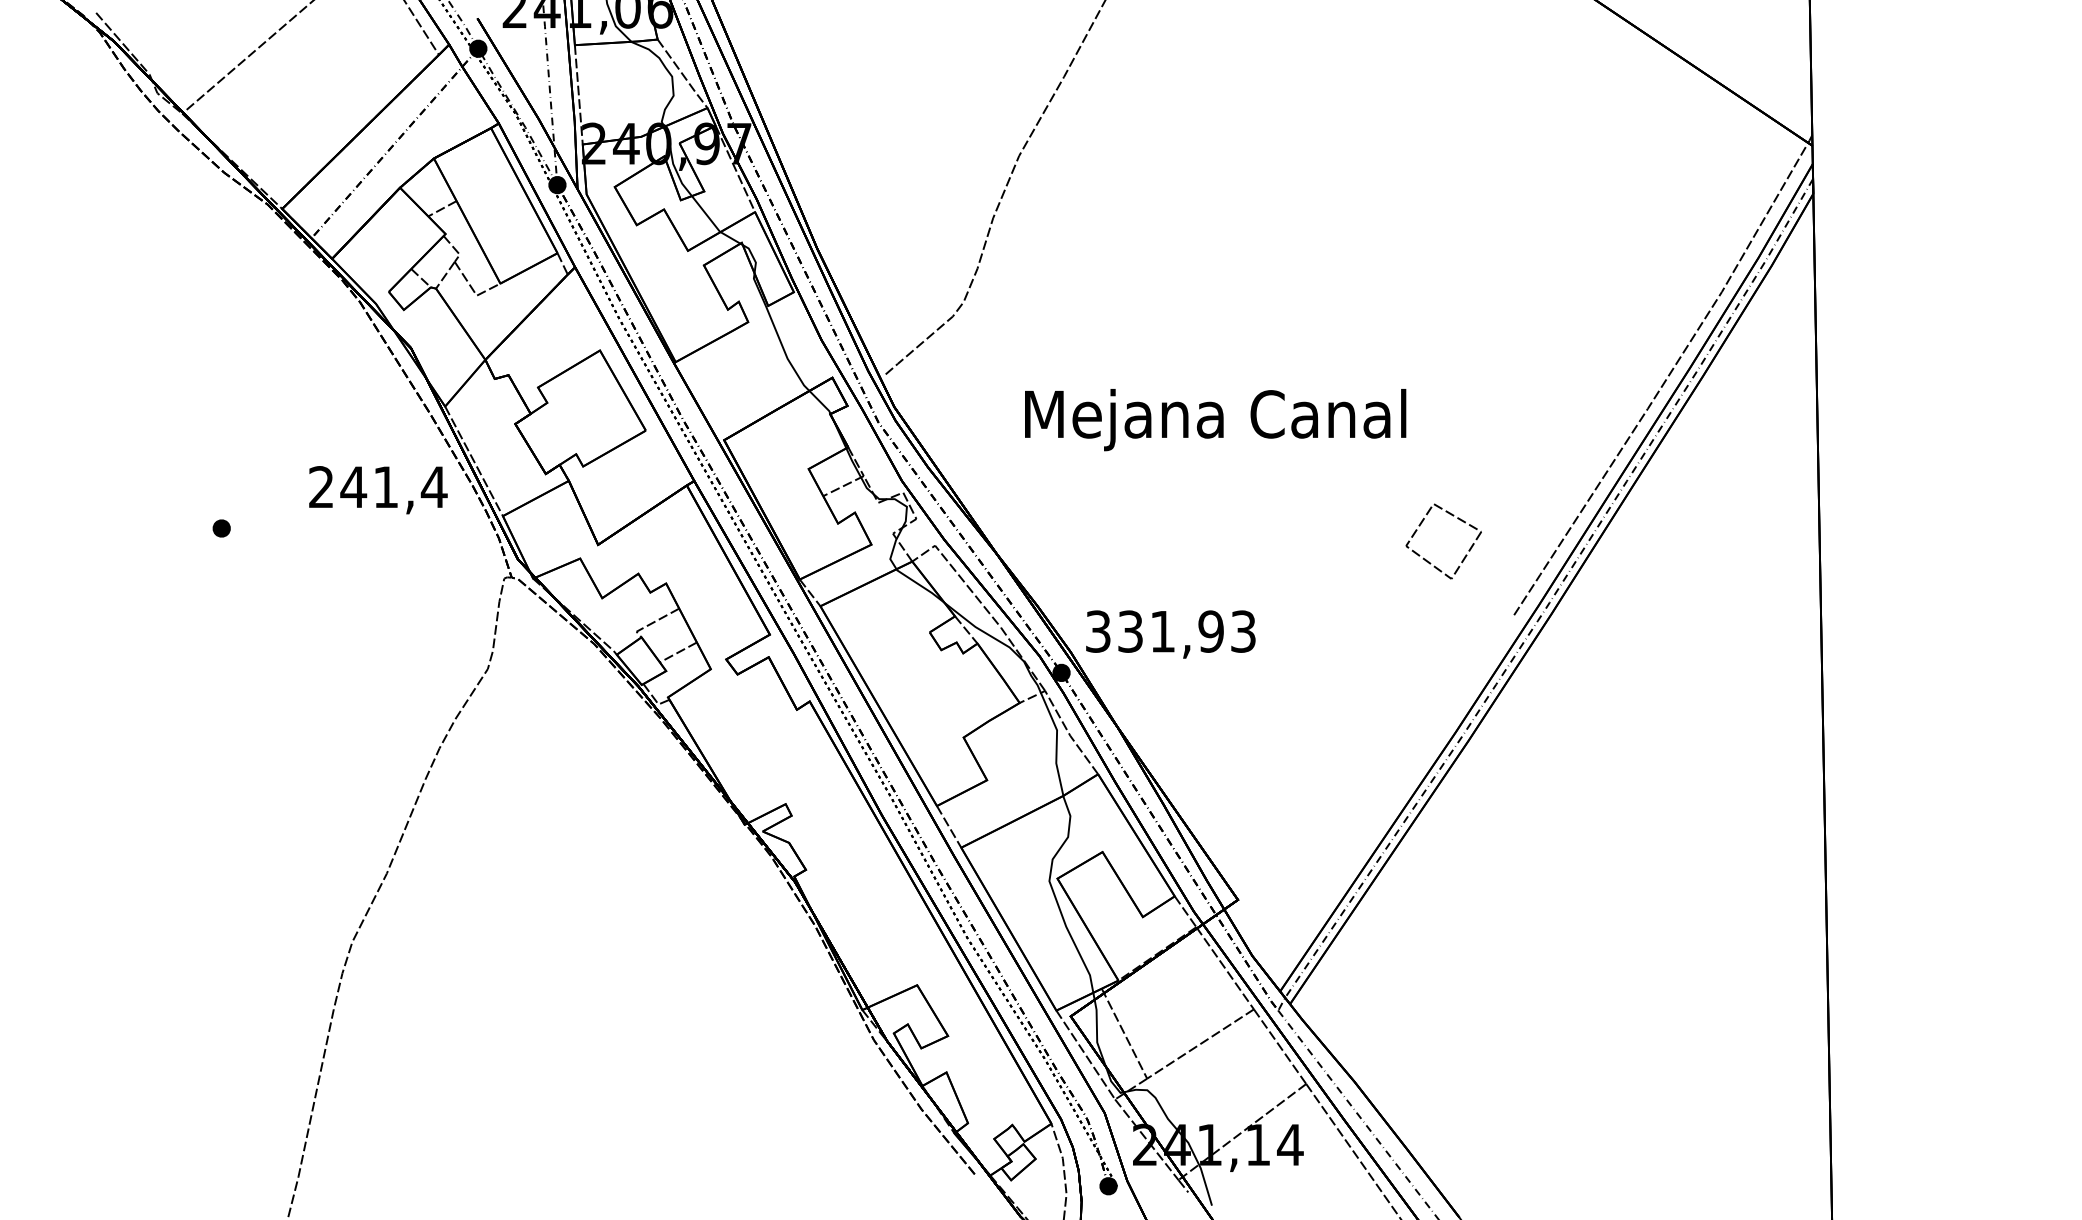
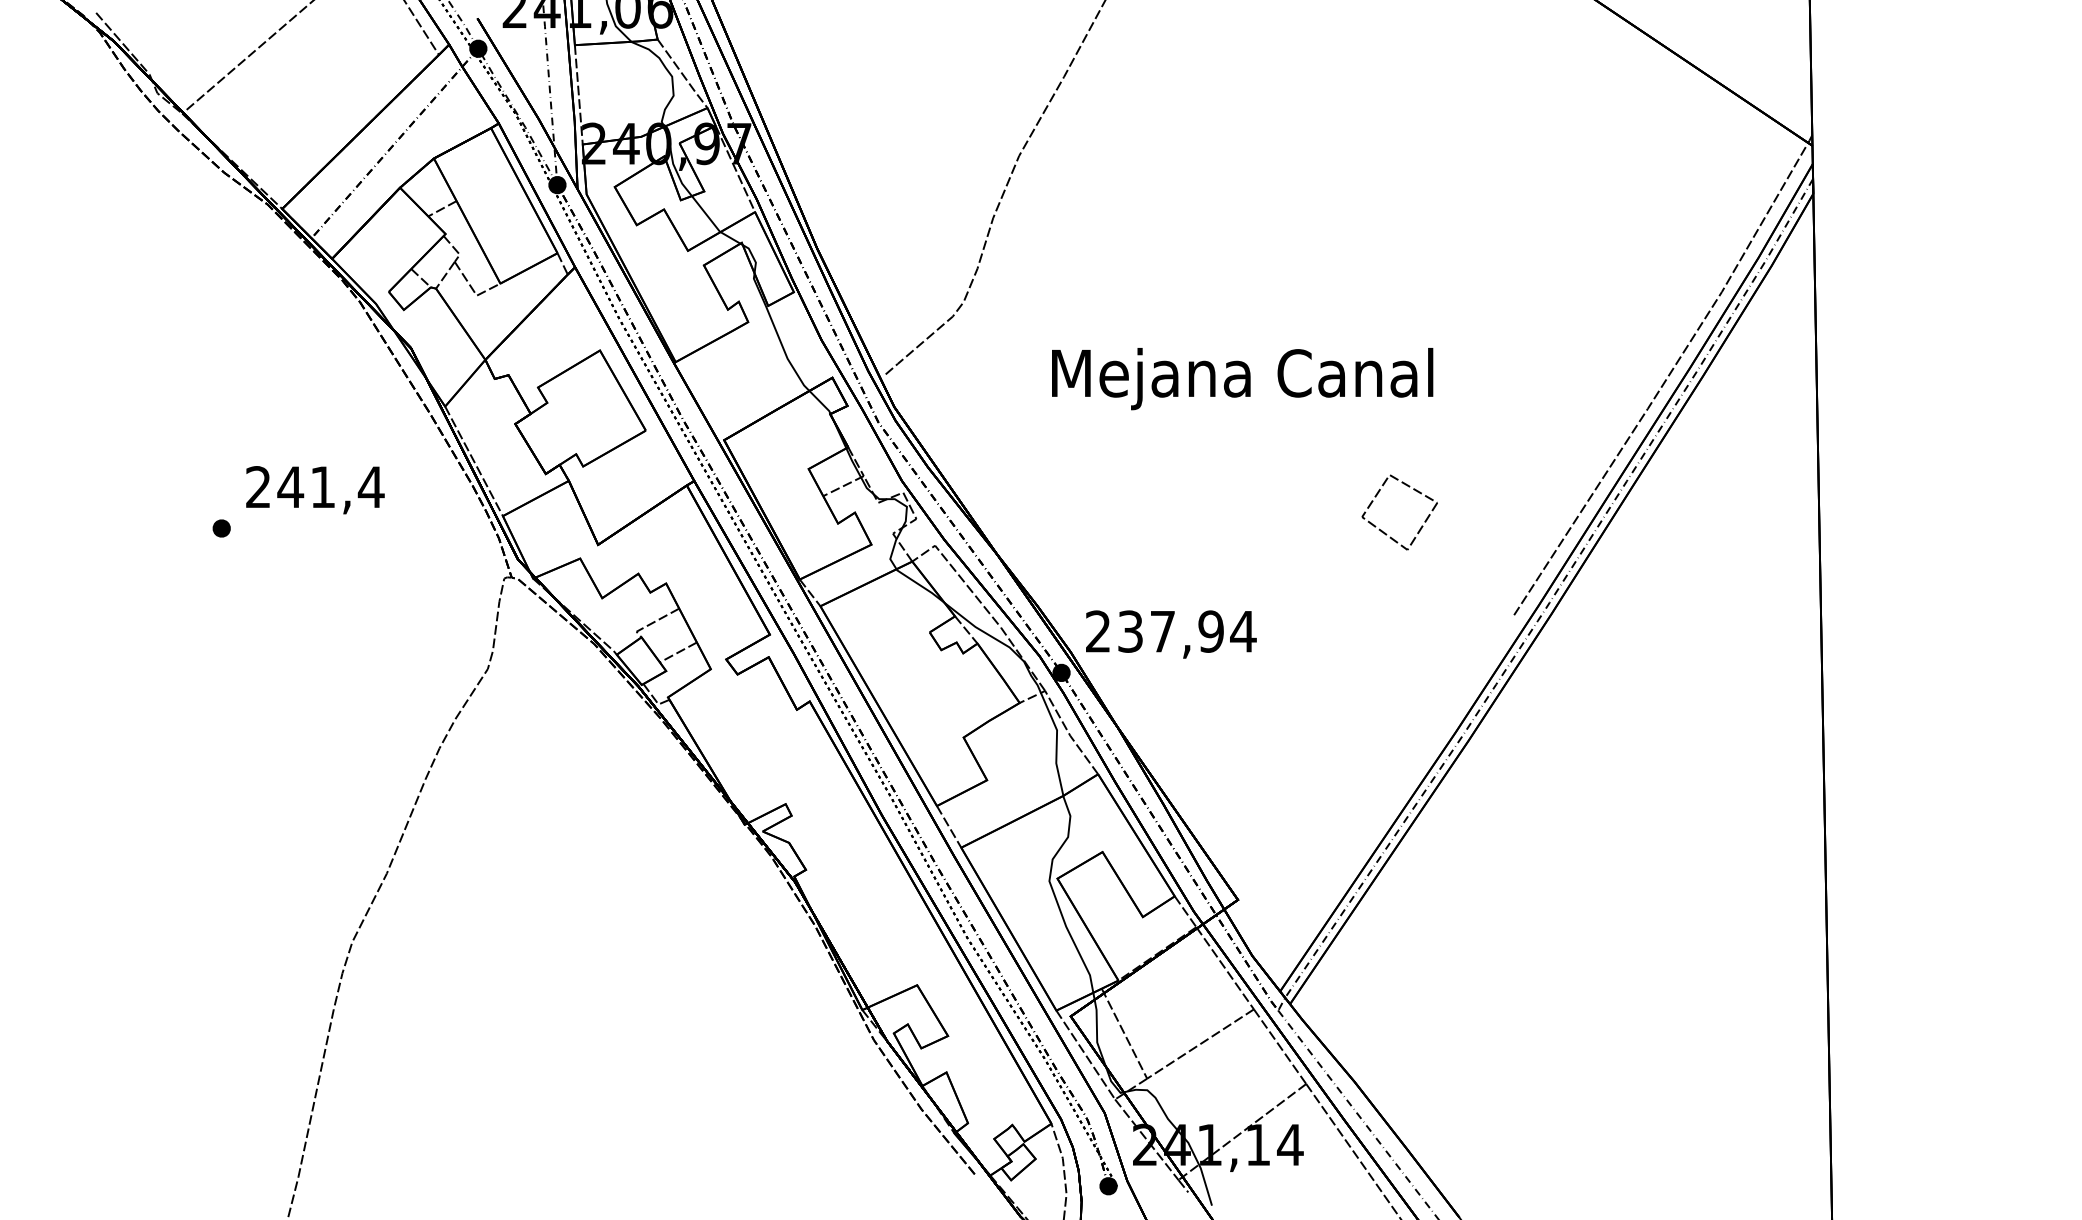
text at (1215, 420) position: (1215, 420) -> (1242, 379)
text at (378, 490) position: (378, 490) -> (315, 490)
part at (1429, 561) position: (1429, 561) -> (1385, 532)
text at (1171, 631): 331,93 -> 237,94
